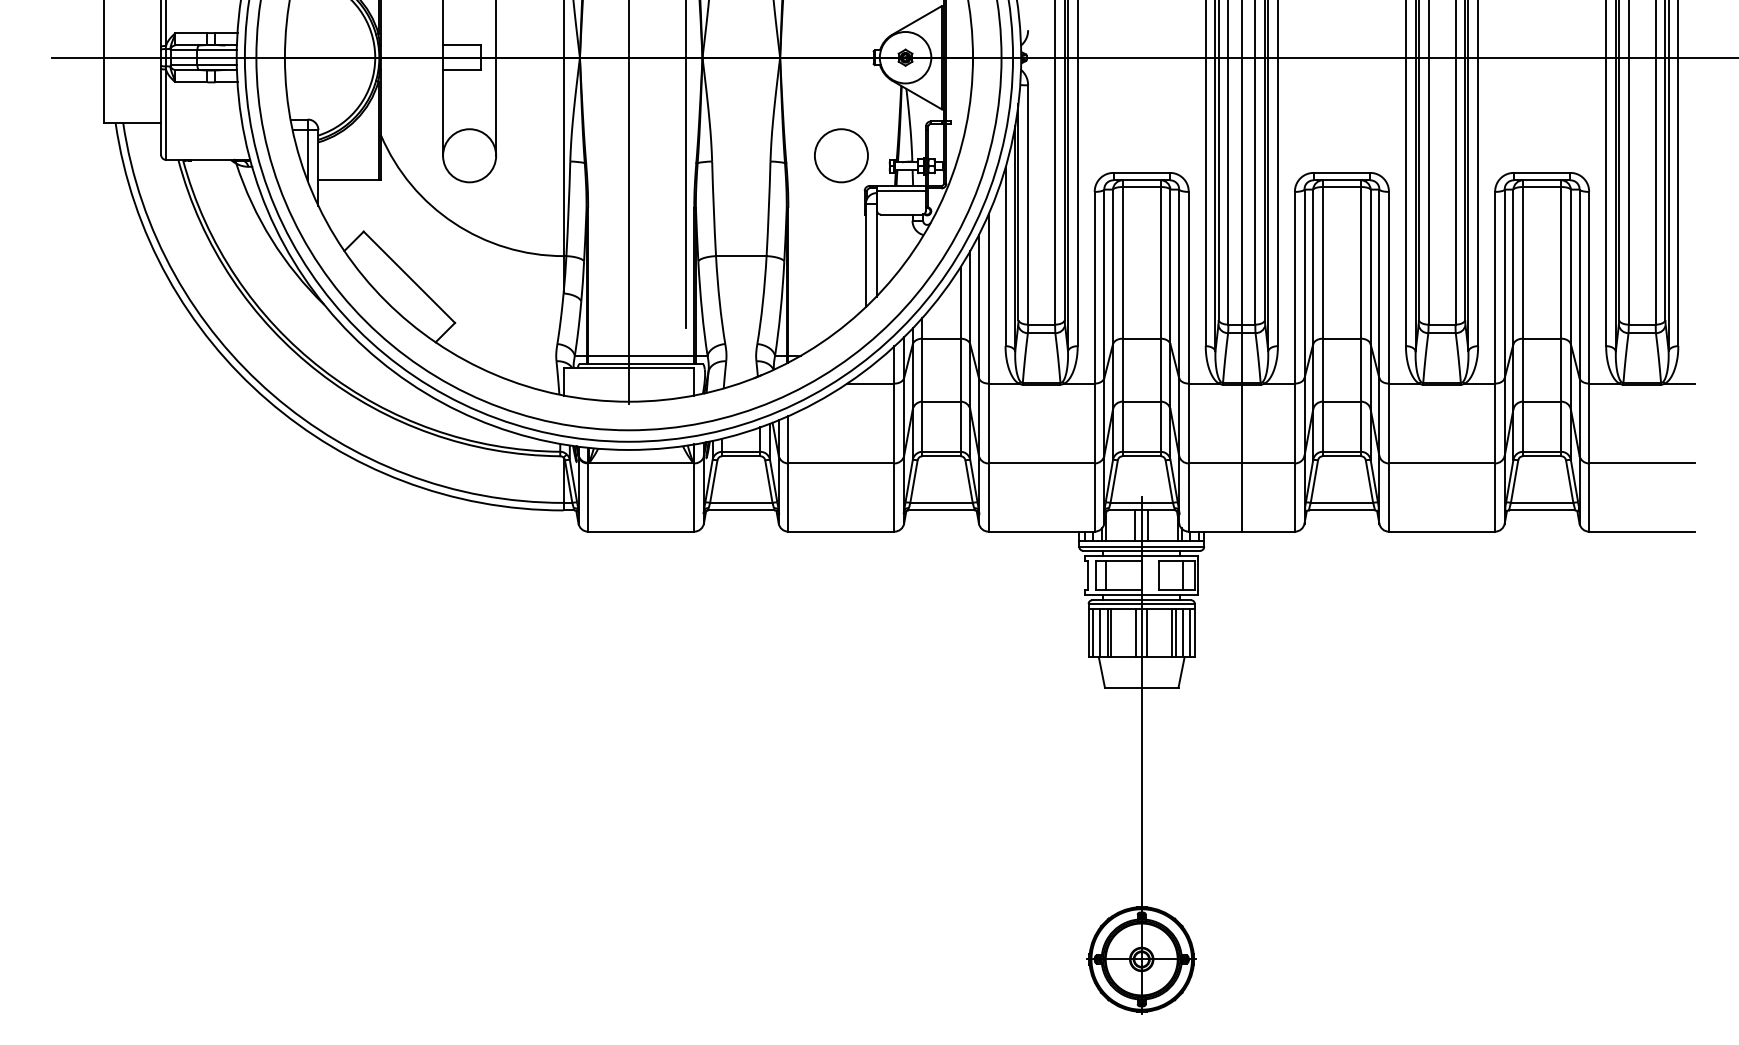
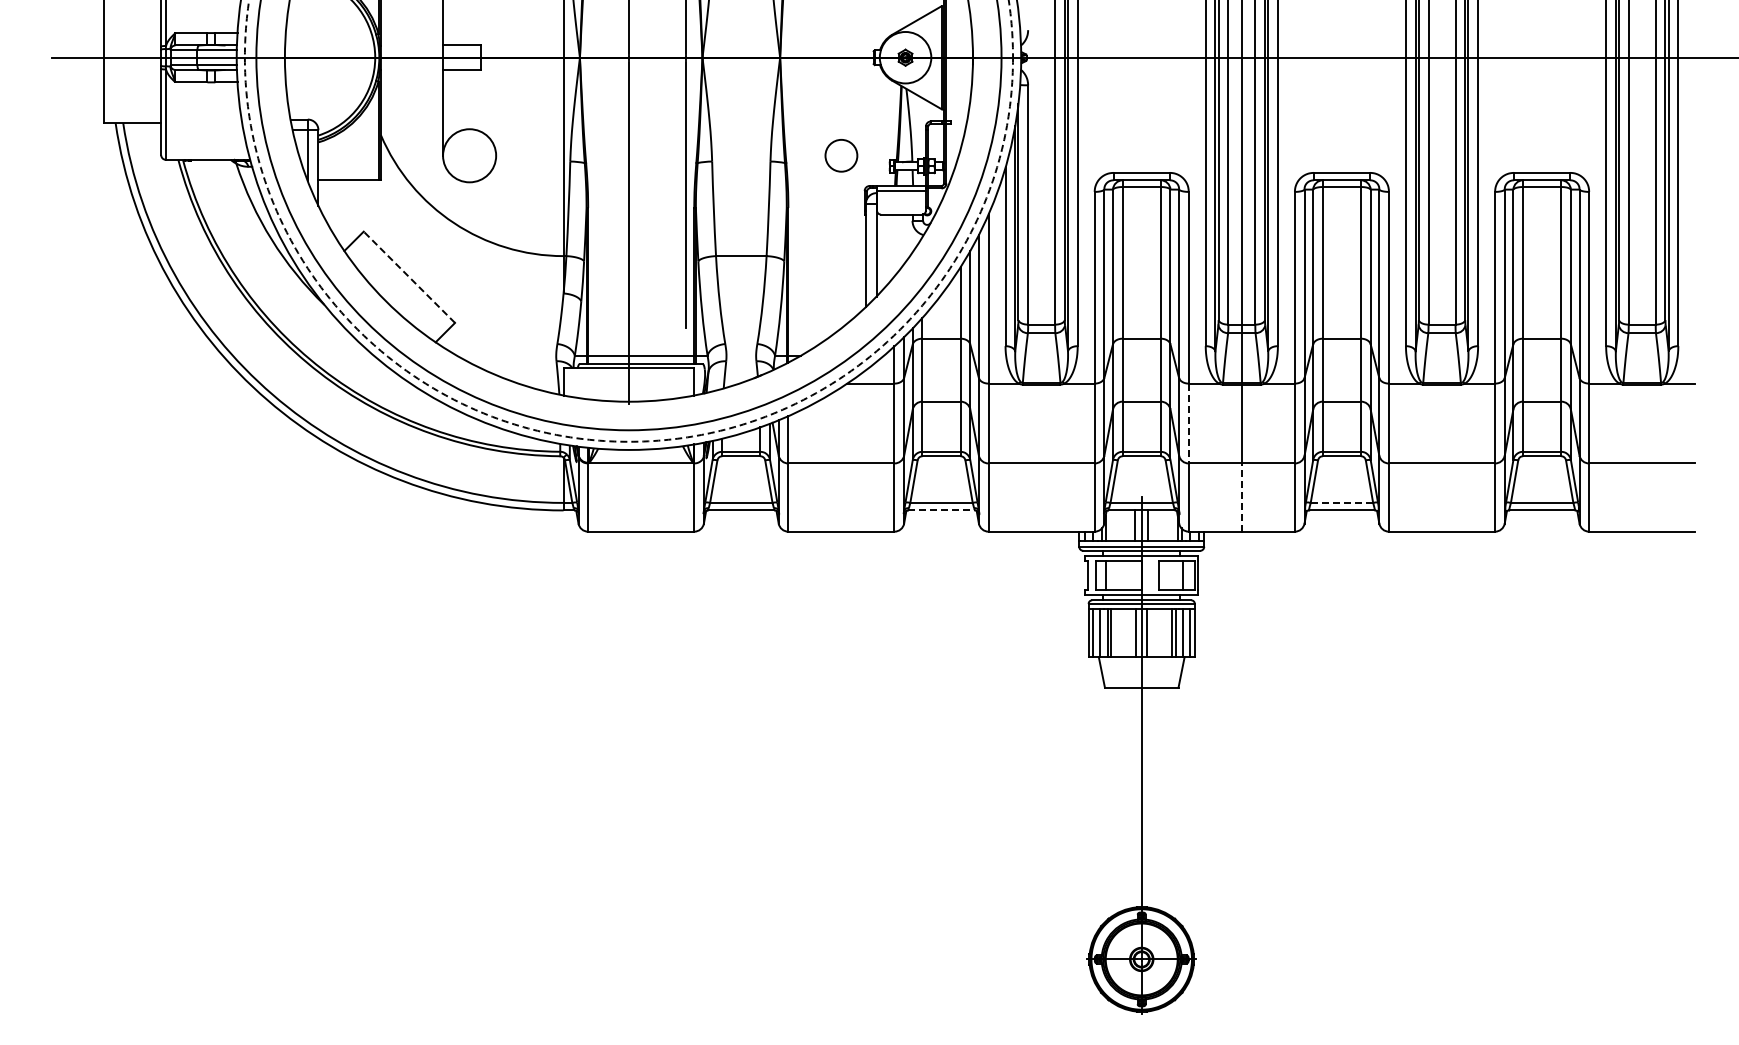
line at (496, 78): present -> none
circle at (840, 155) diameter: 53 px -> 32 px
circle at (628, 220): solid -> dashed
line at (409, 277): solid -> dashed
line at (1188, 423): solid -> dashed
line at (1241, 497): solid -> dashed
line at (1342, 502): solid -> dashed
line at (942, 510): solid -> dashed
